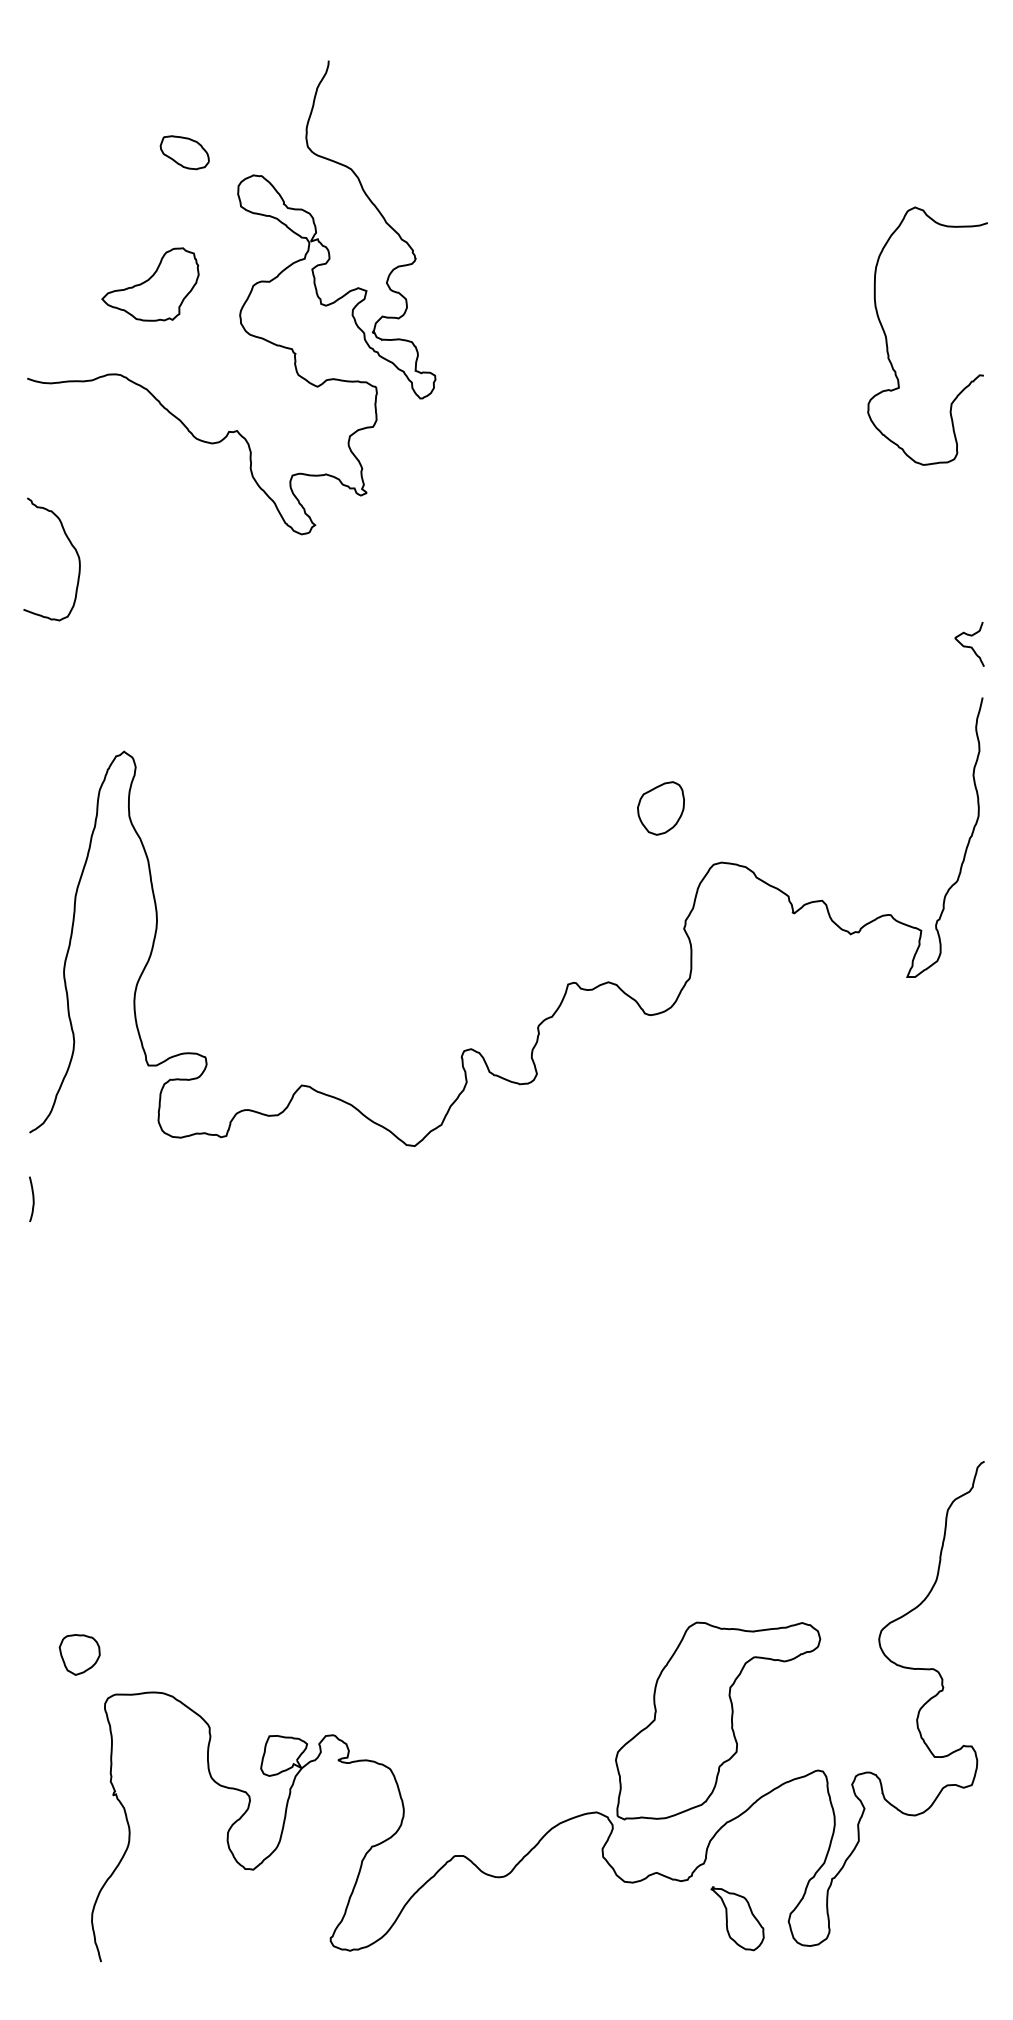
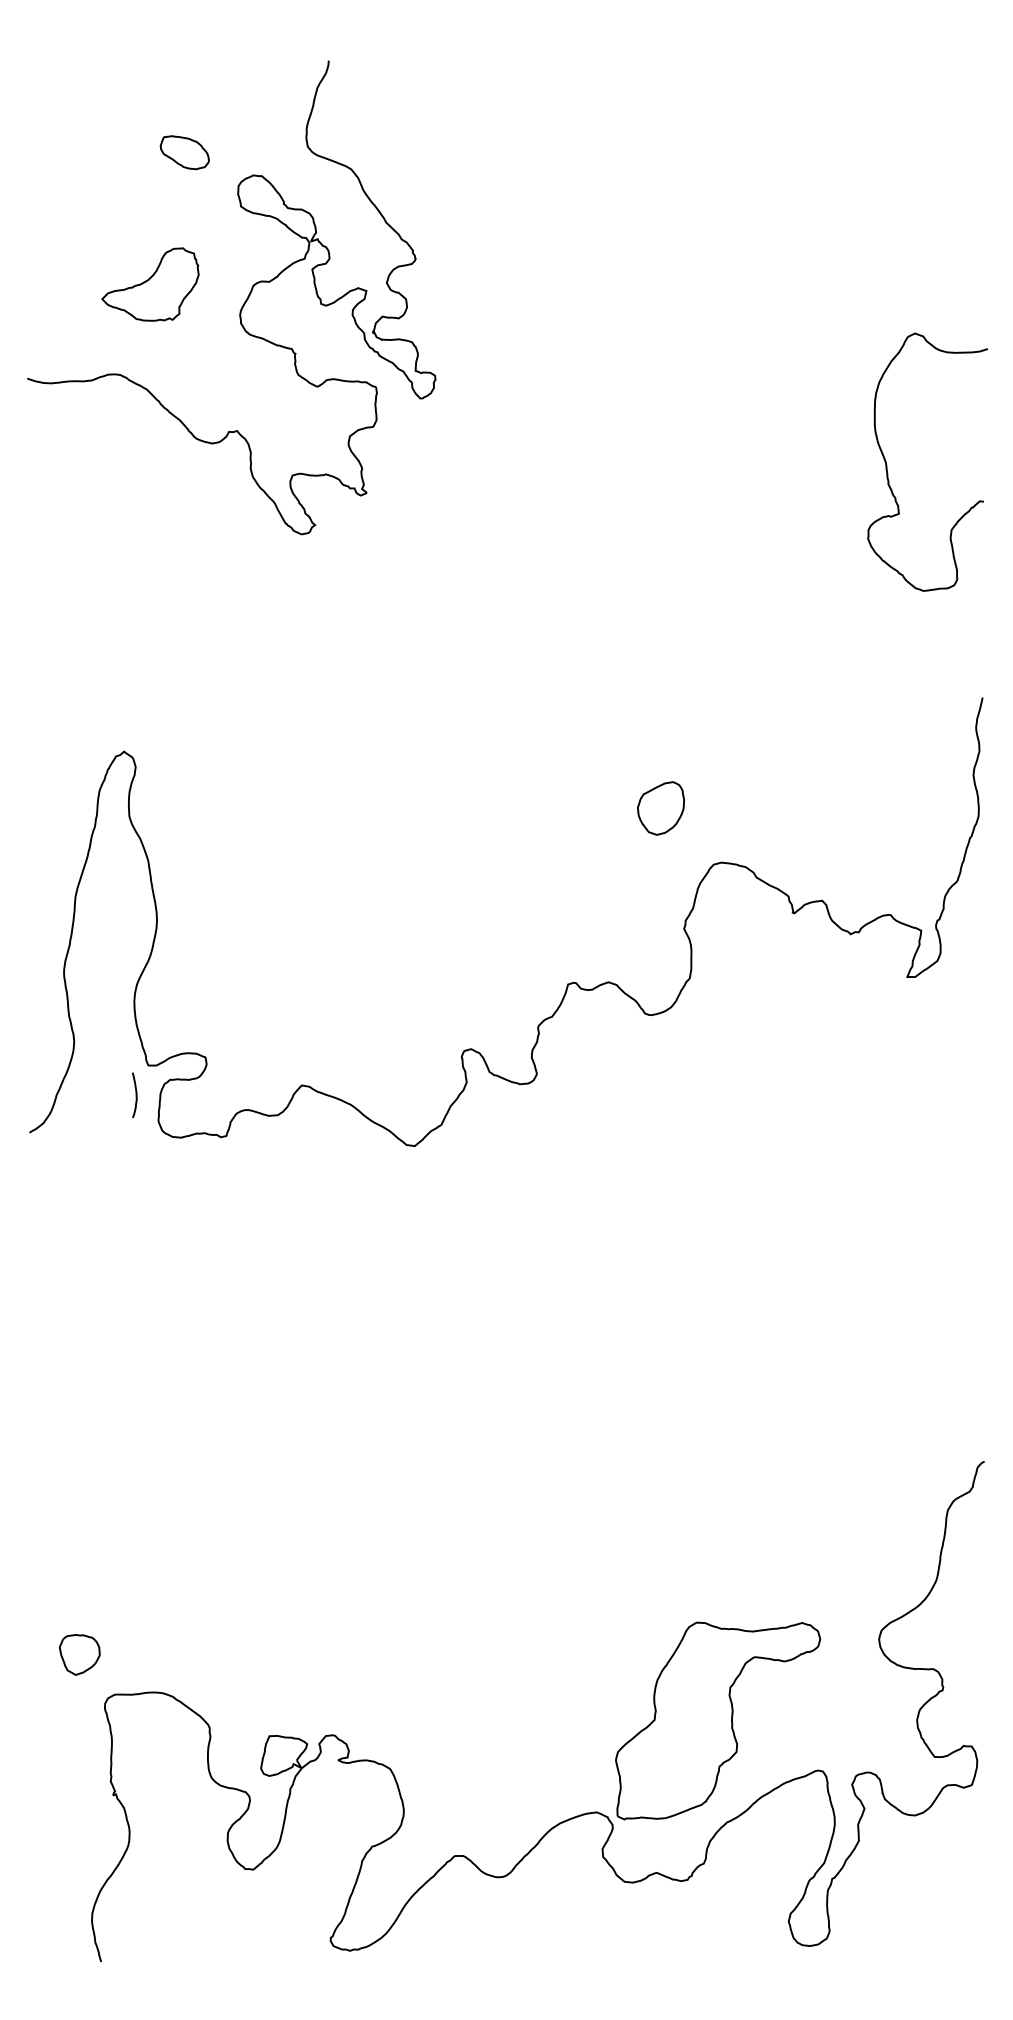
curve at (887, 338) position: (887, 338) -> (887, 464)
curve at (72, 547): present -> none
curve at (969, 646): present -> none
curve at (32, 1199) position: (32, 1199) -> (135, 1095)
part at (737, 1918): present -> none
